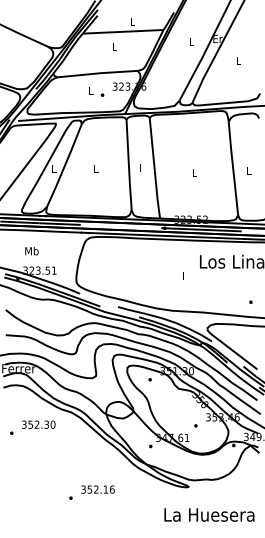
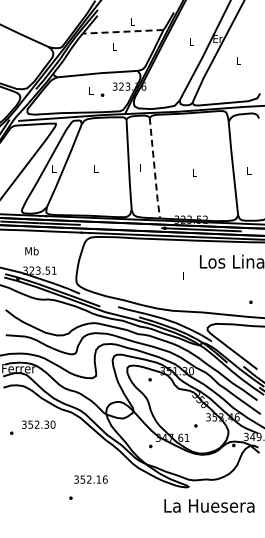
line at (122, 31): solid -> dashed
line at (154, 169): solid -> dashed
text at (97, 489) position: (97, 489) -> (90, 479)
text at (209, 514) position: (209, 514) -> (209, 505)
